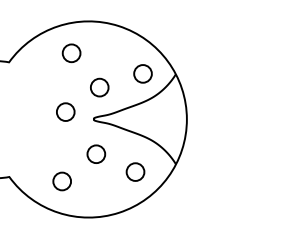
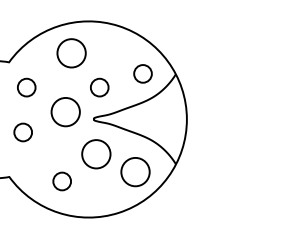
circle at (71, 53) diameter: 18 px -> 28 px
circle at (26, 87): none -> present
circle at (65, 112) diameter: 18 px -> 28 px
circle at (22, 132): none -> present
circle at (96, 154) diameter: 18 px -> 28 px
circle at (135, 171) diameter: 18 px -> 28 px
